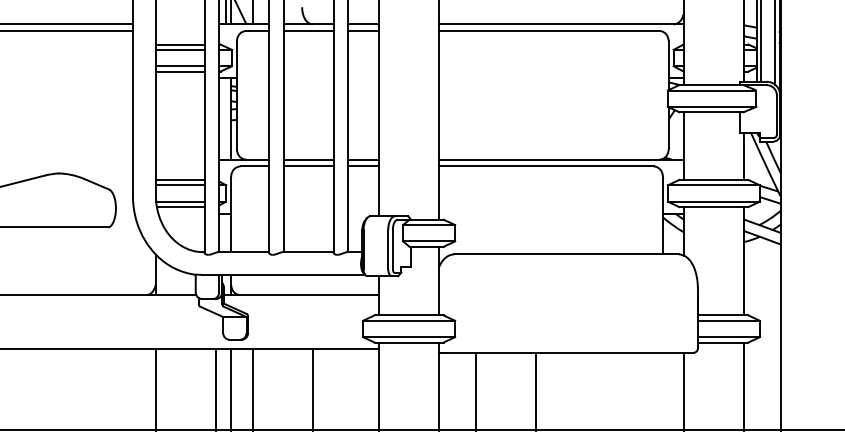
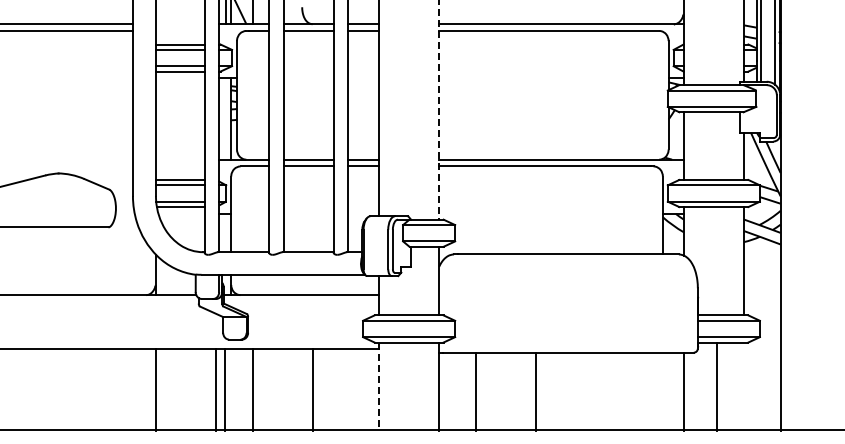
line at (439, 110): solid -> dashed
line at (744, 386) position: (744, 386) -> (717, 386)
line at (378, 387): solid -> dashed
line at (231, 389) position: (231, 389) -> (225, 389)
